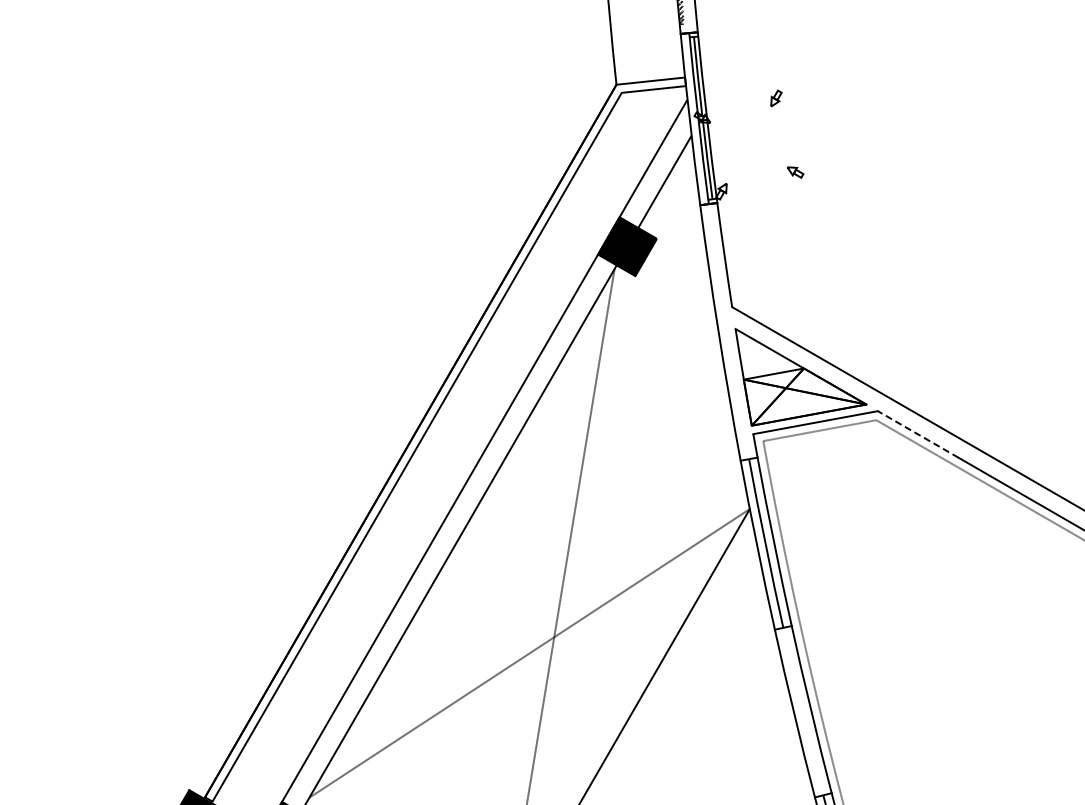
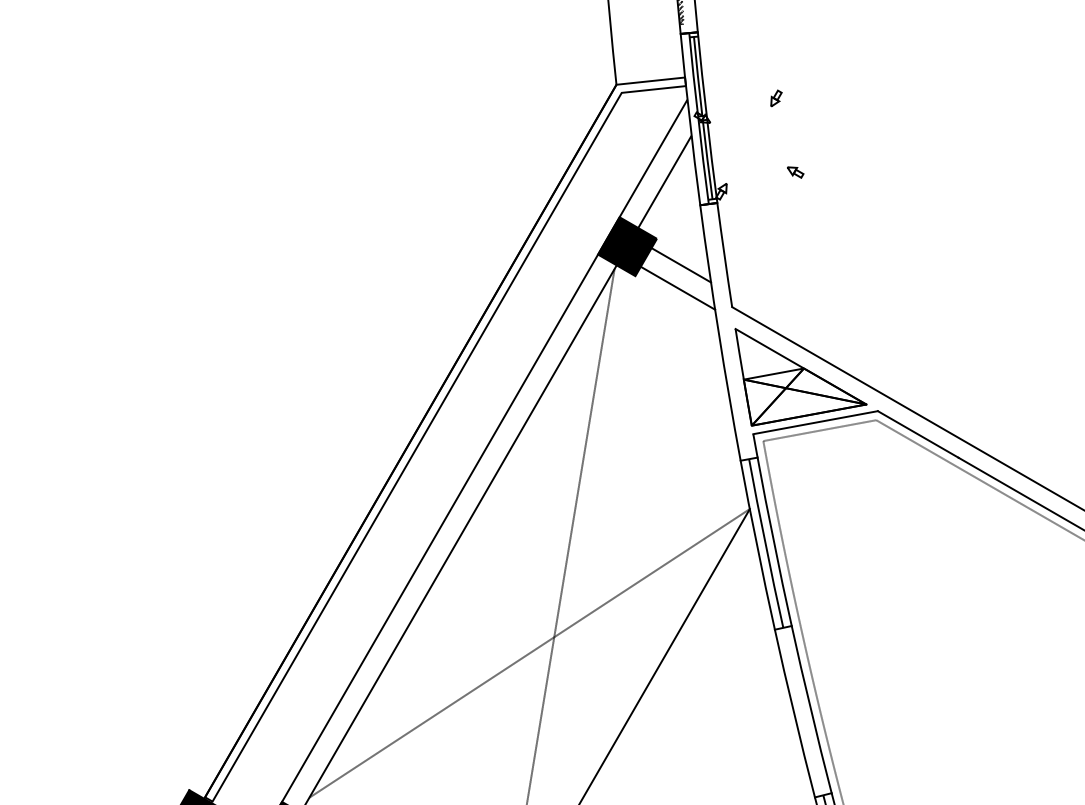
line at (681, 265): none -> present
line at (677, 287): none -> present
line at (918, 434): dashed -> solid
